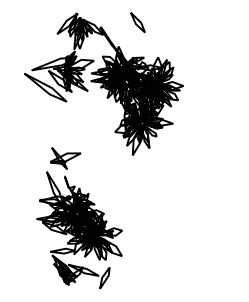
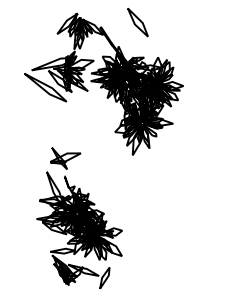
part at (137, 22) size: 16x22 px -> 22x30 px
